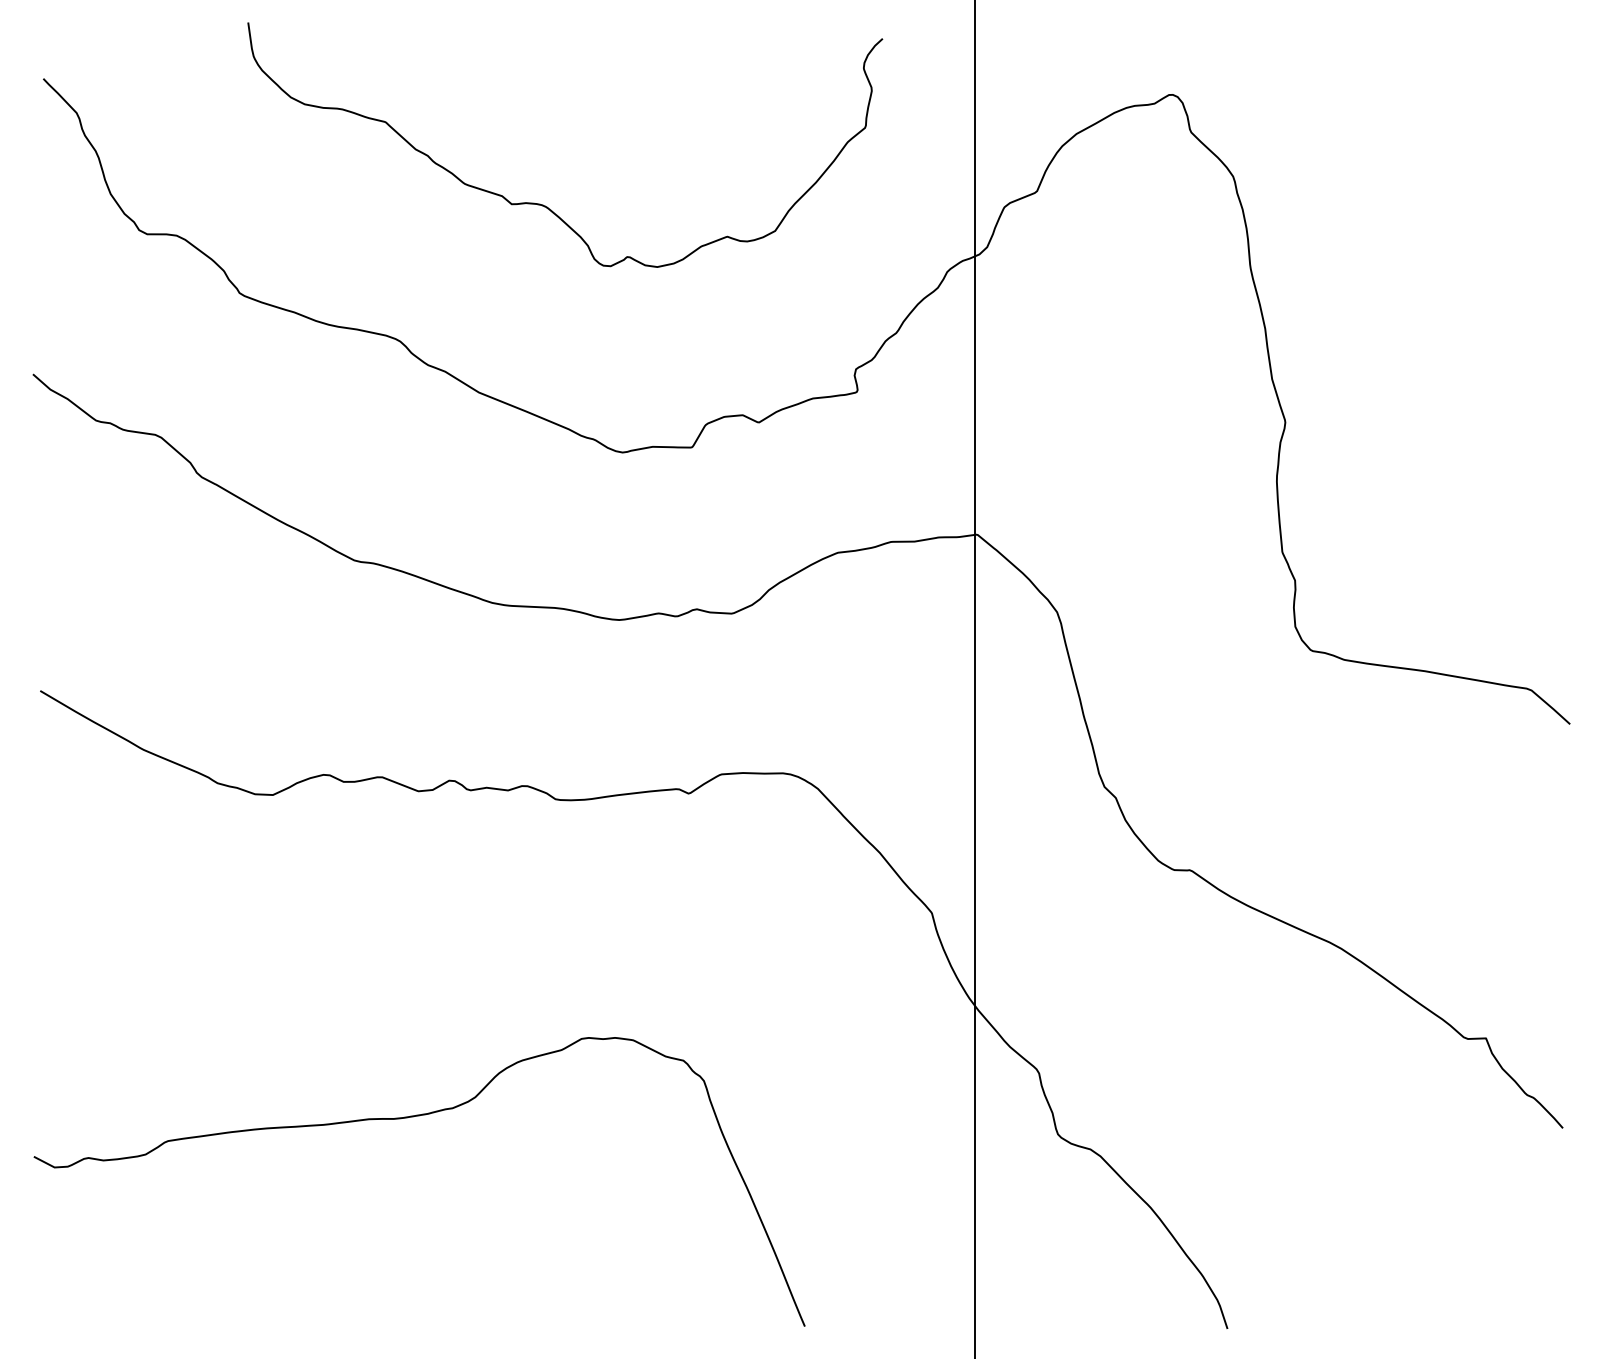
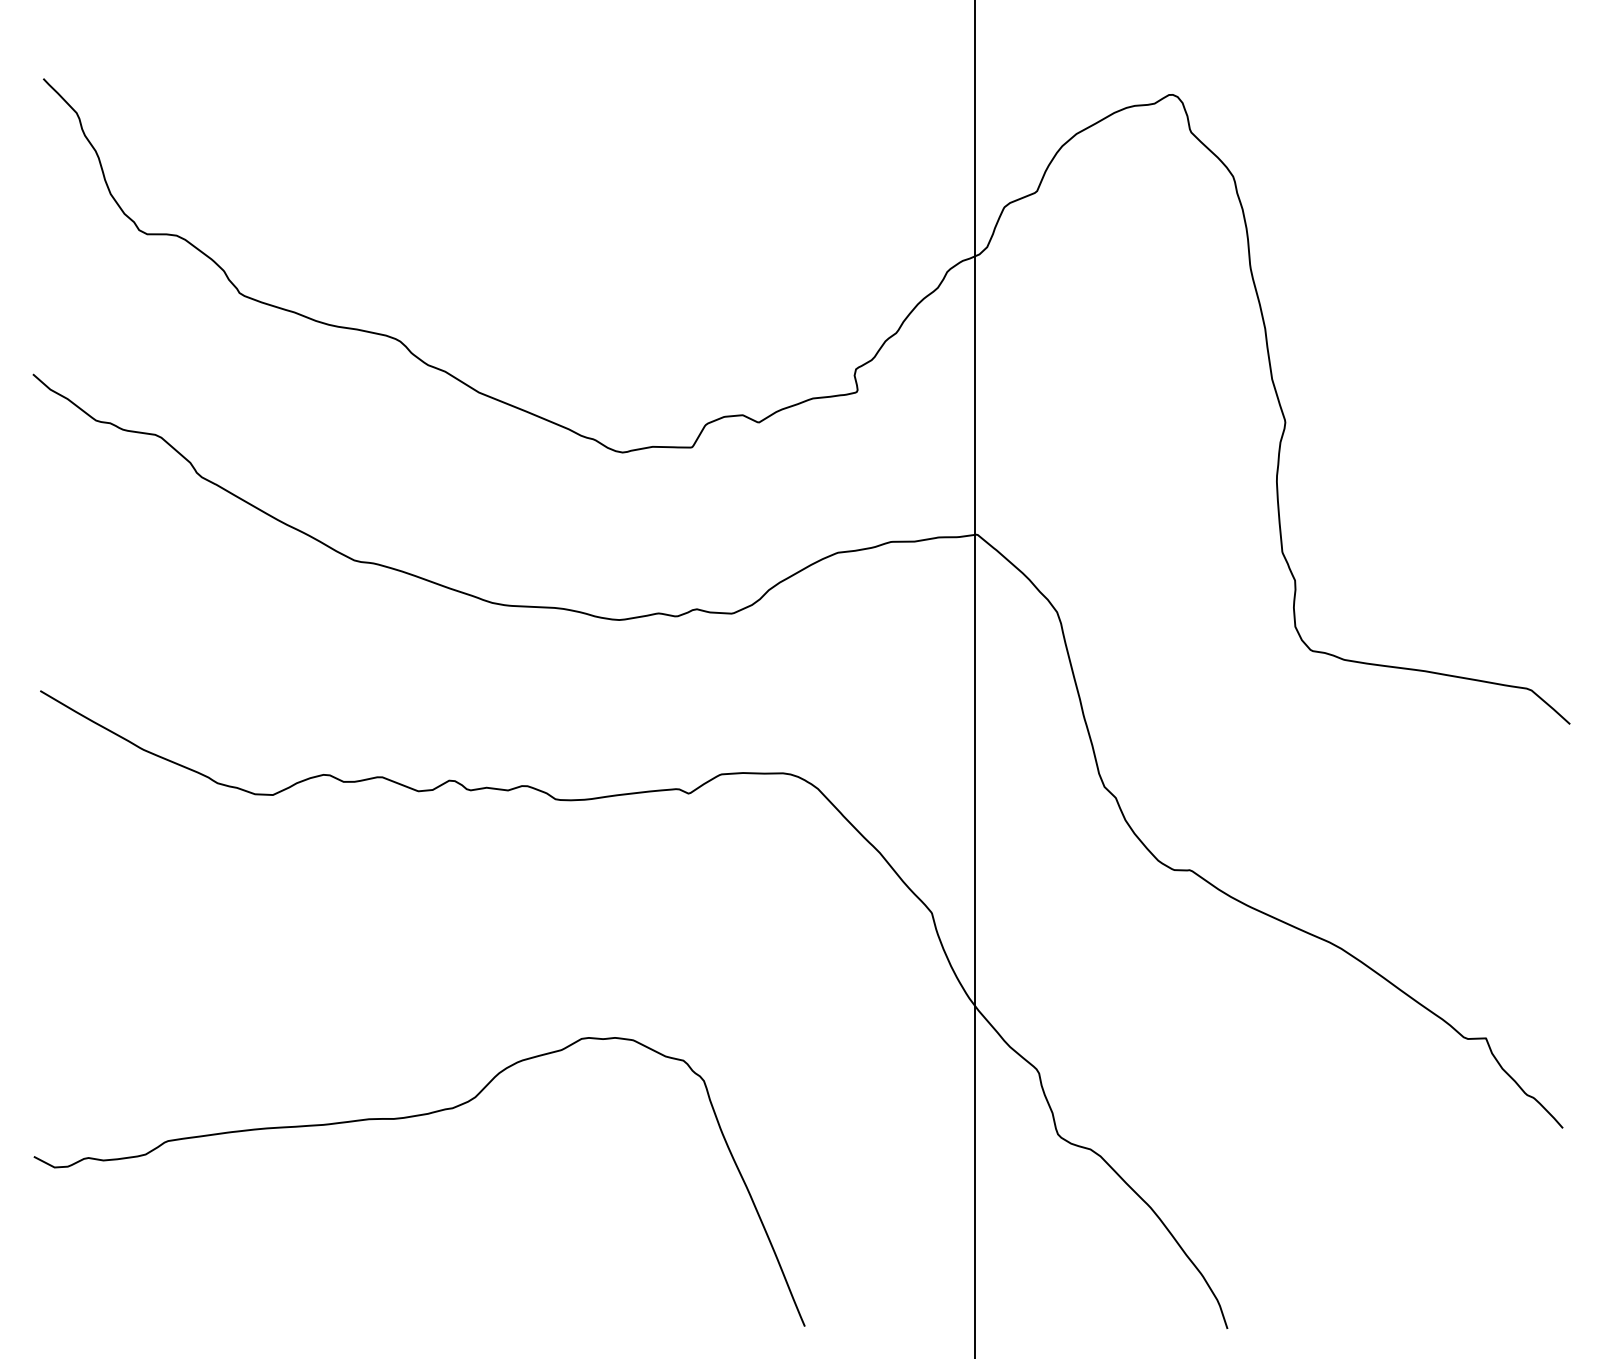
curve at (543, 204): present -> none
